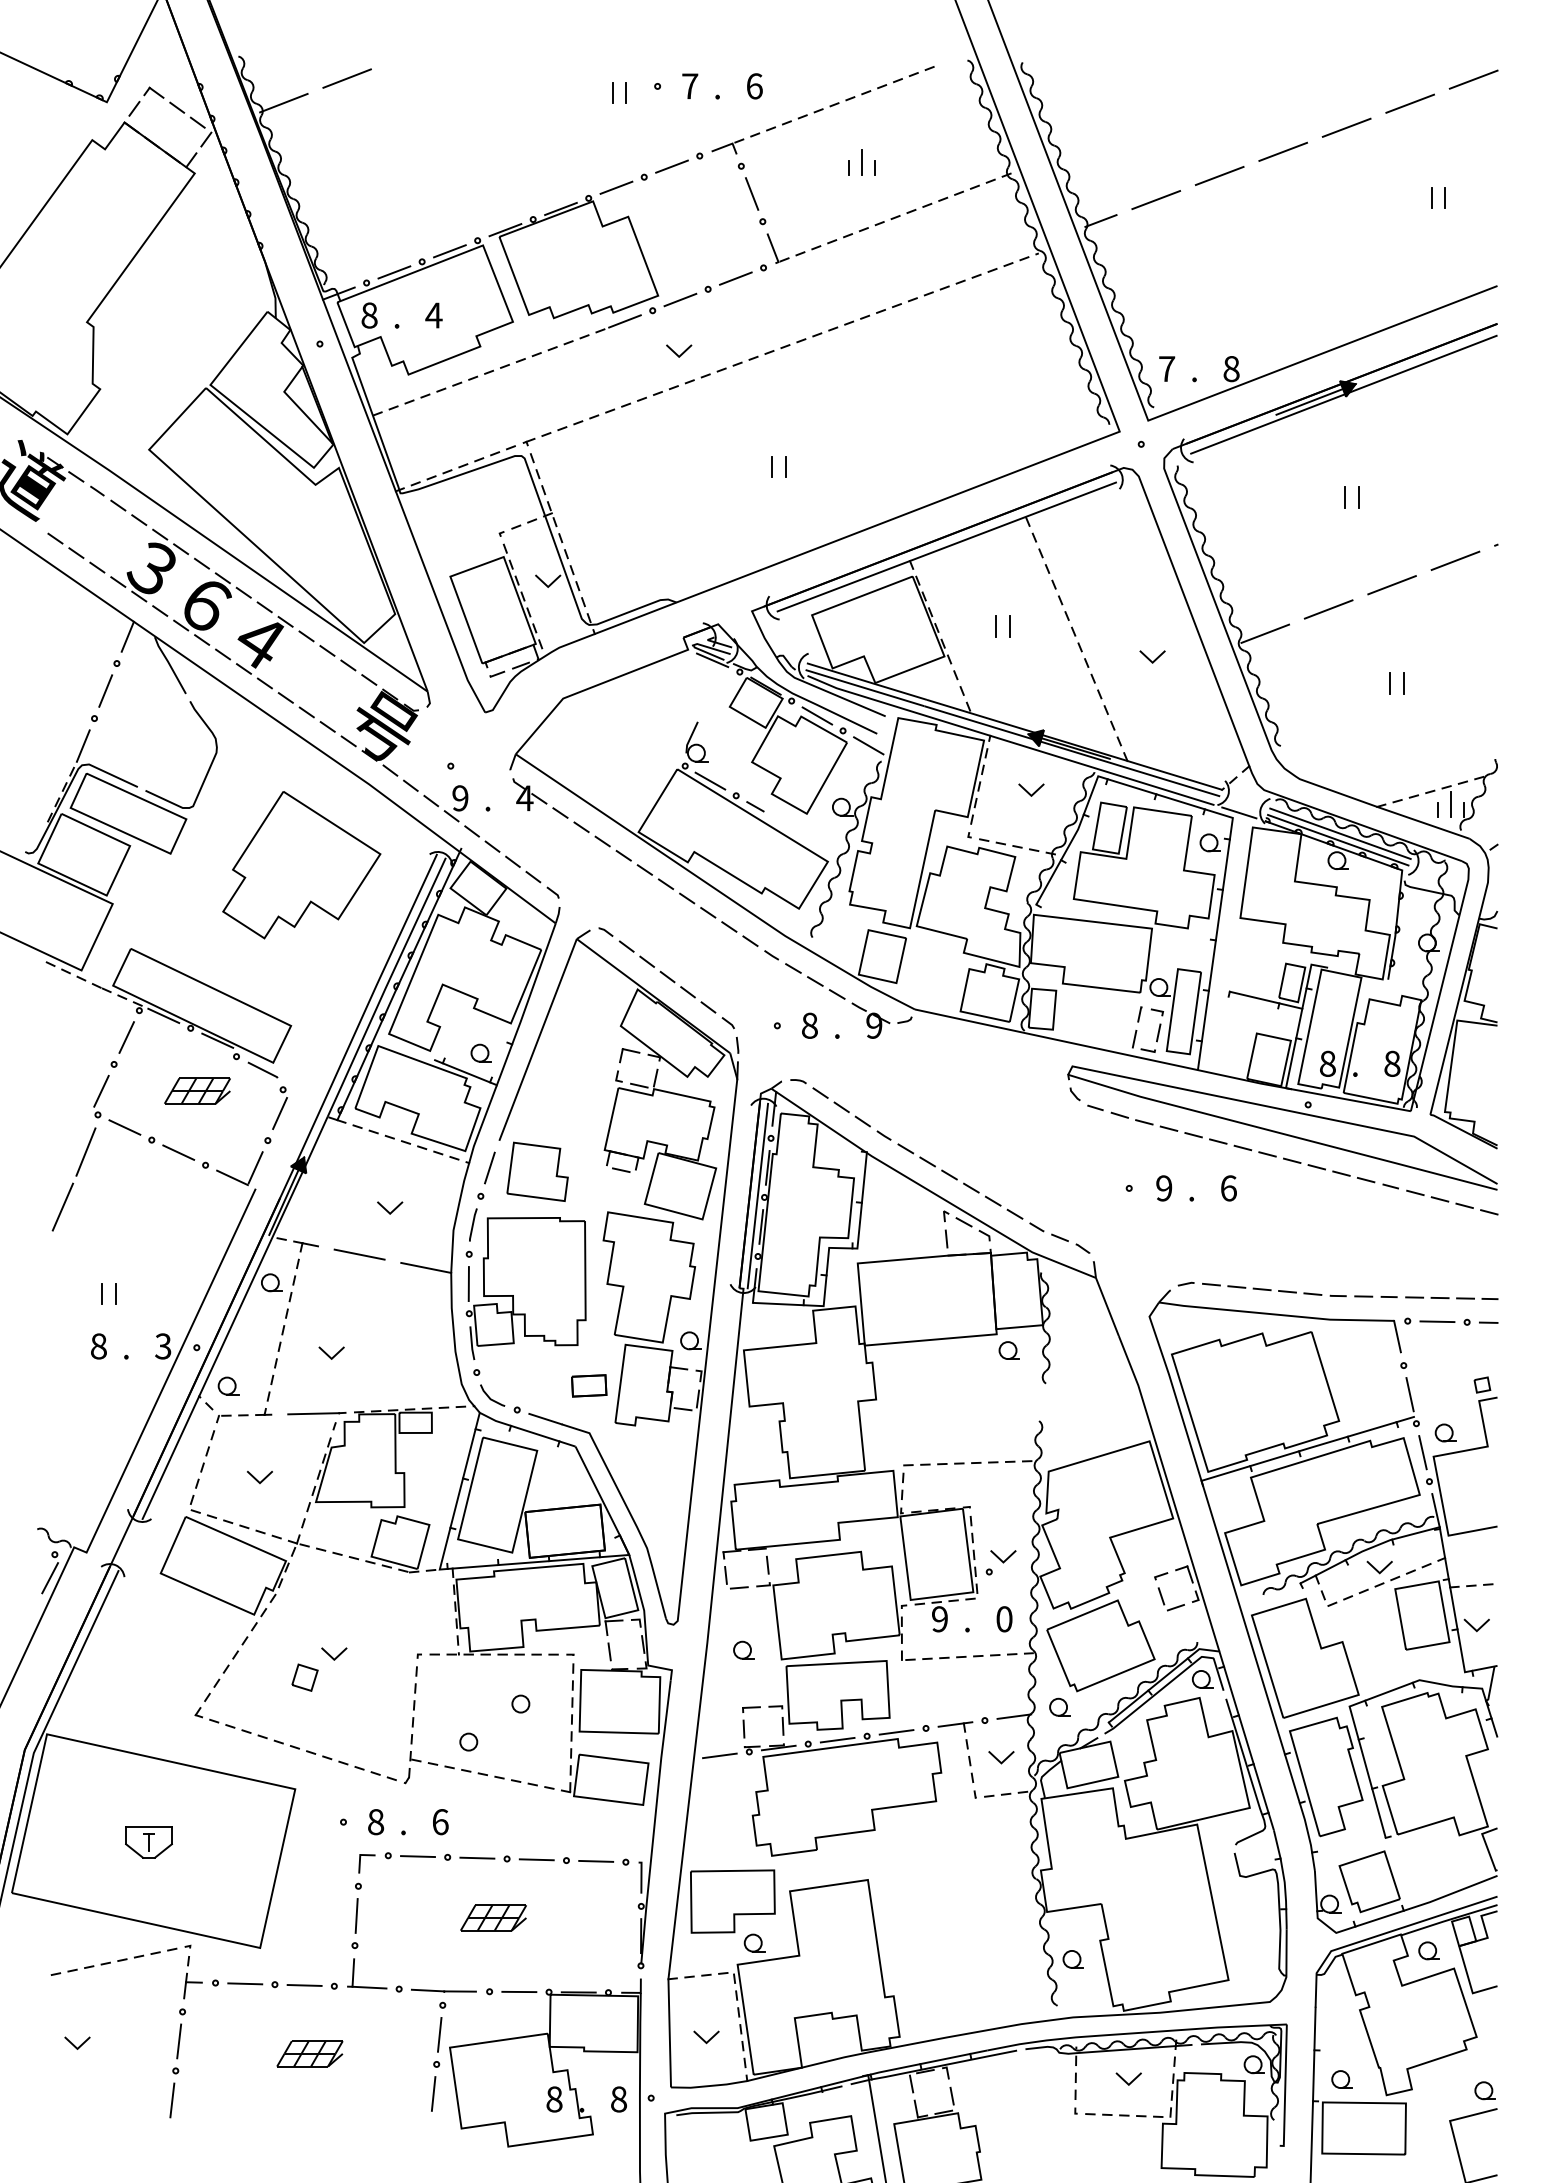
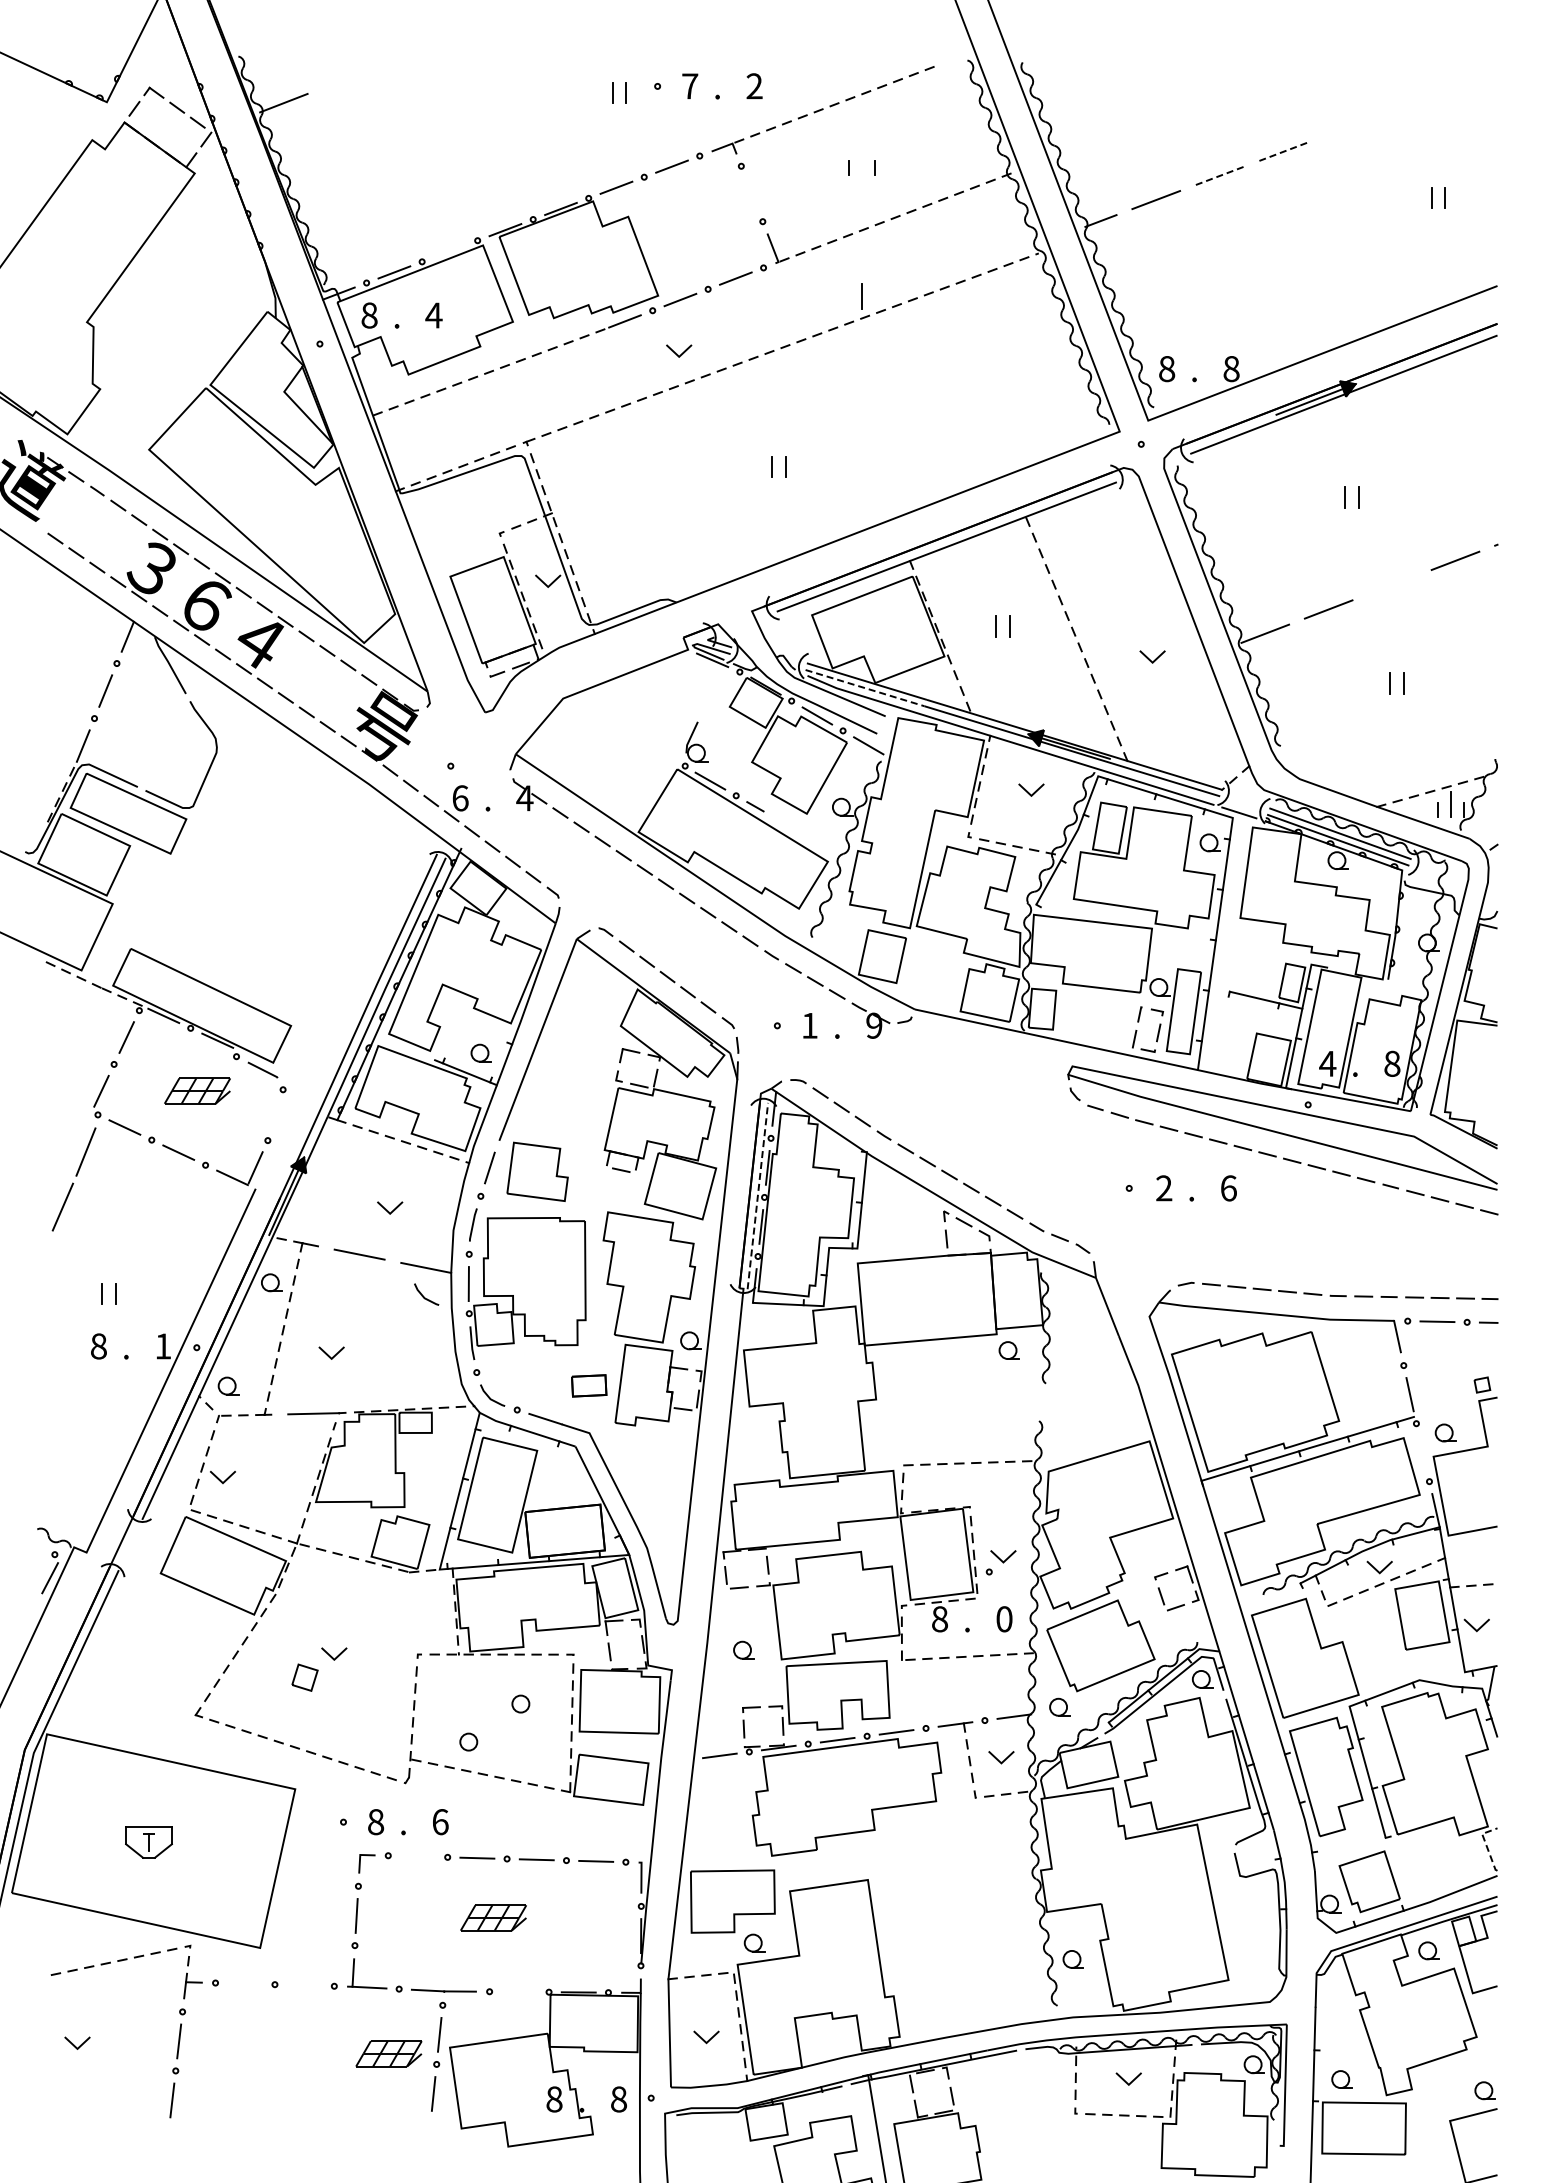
line at (346, 78): present -> none
line at (1473, 79): present -> none
text at (754, 86): 6 -> 2
line at (1410, 103): present -> none
line at (1346, 127): present -> none
line at (1282, 152): solid -> dashed
line at (861, 162) position: (861, 162) -> (861, 296)
line at (1219, 176): solid -> dashed
line at (752, 193): present -> none
line at (449, 251): present -> none
text at (1167, 369): 7 -> 8
line at (1391, 585): present -> none
line at (865, 688): solid -> dashed
text at (460, 798): 9 -> 6
part at (301, 865): present -> none
text at (809, 1025): 8 -> 1
text at (1327, 1063): 8 -> 4
line at (280, 1113): present -> none
text at (1164, 1188): 9 -> 2
line at (757, 1196): solid -> dashed
line at (424, 1296): none -> present
text at (163, 1346): 3 -> 1
line at (1422, 1452): present -> none
line at (257, 1479) position: (257, 1479) -> (220, 1479)
text at (939, 1619): 9 -> 8
line at (1486, 1845): solid -> dashed
line at (417, 1856): present -> none
line at (245, 1983): present -> none
line at (304, 1985): present -> none
line at (519, 1991): present -> none
part at (309, 2053) position: (309, 2053) -> (388, 2053)
